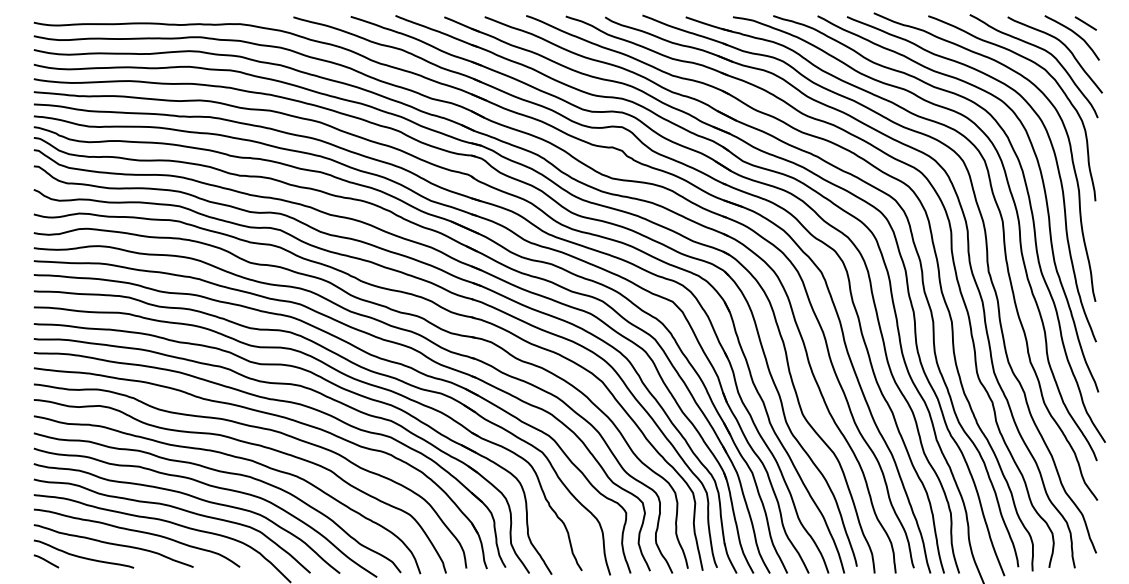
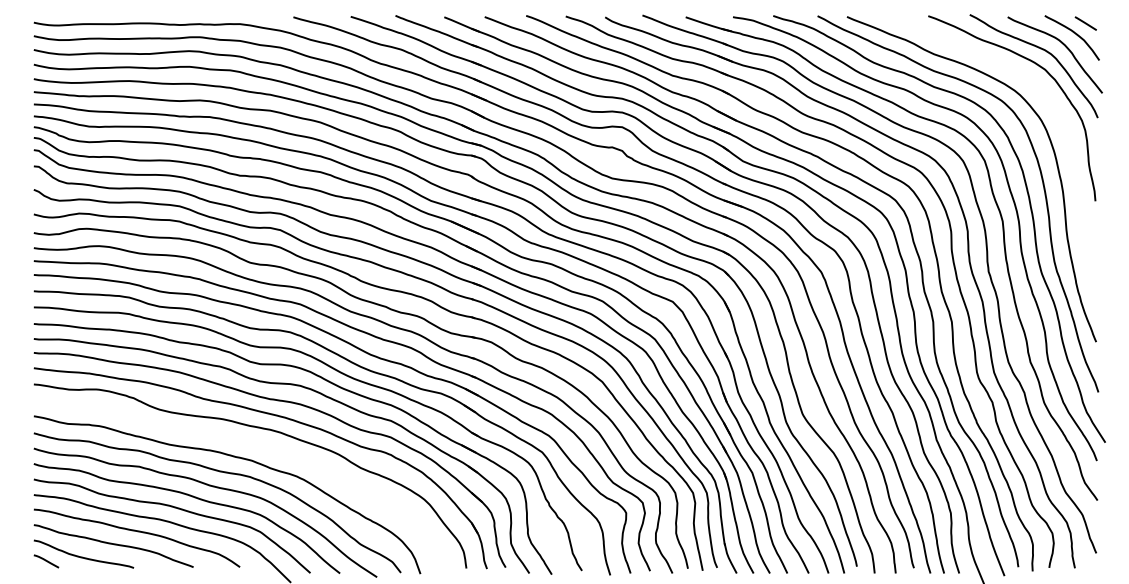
curve at (1059, 118): present -> none
curve at (249, 444): present -> none
